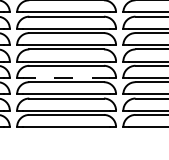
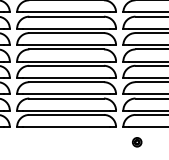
line at (66, 77): dashed -> solid
part at (137, 142): none -> present
